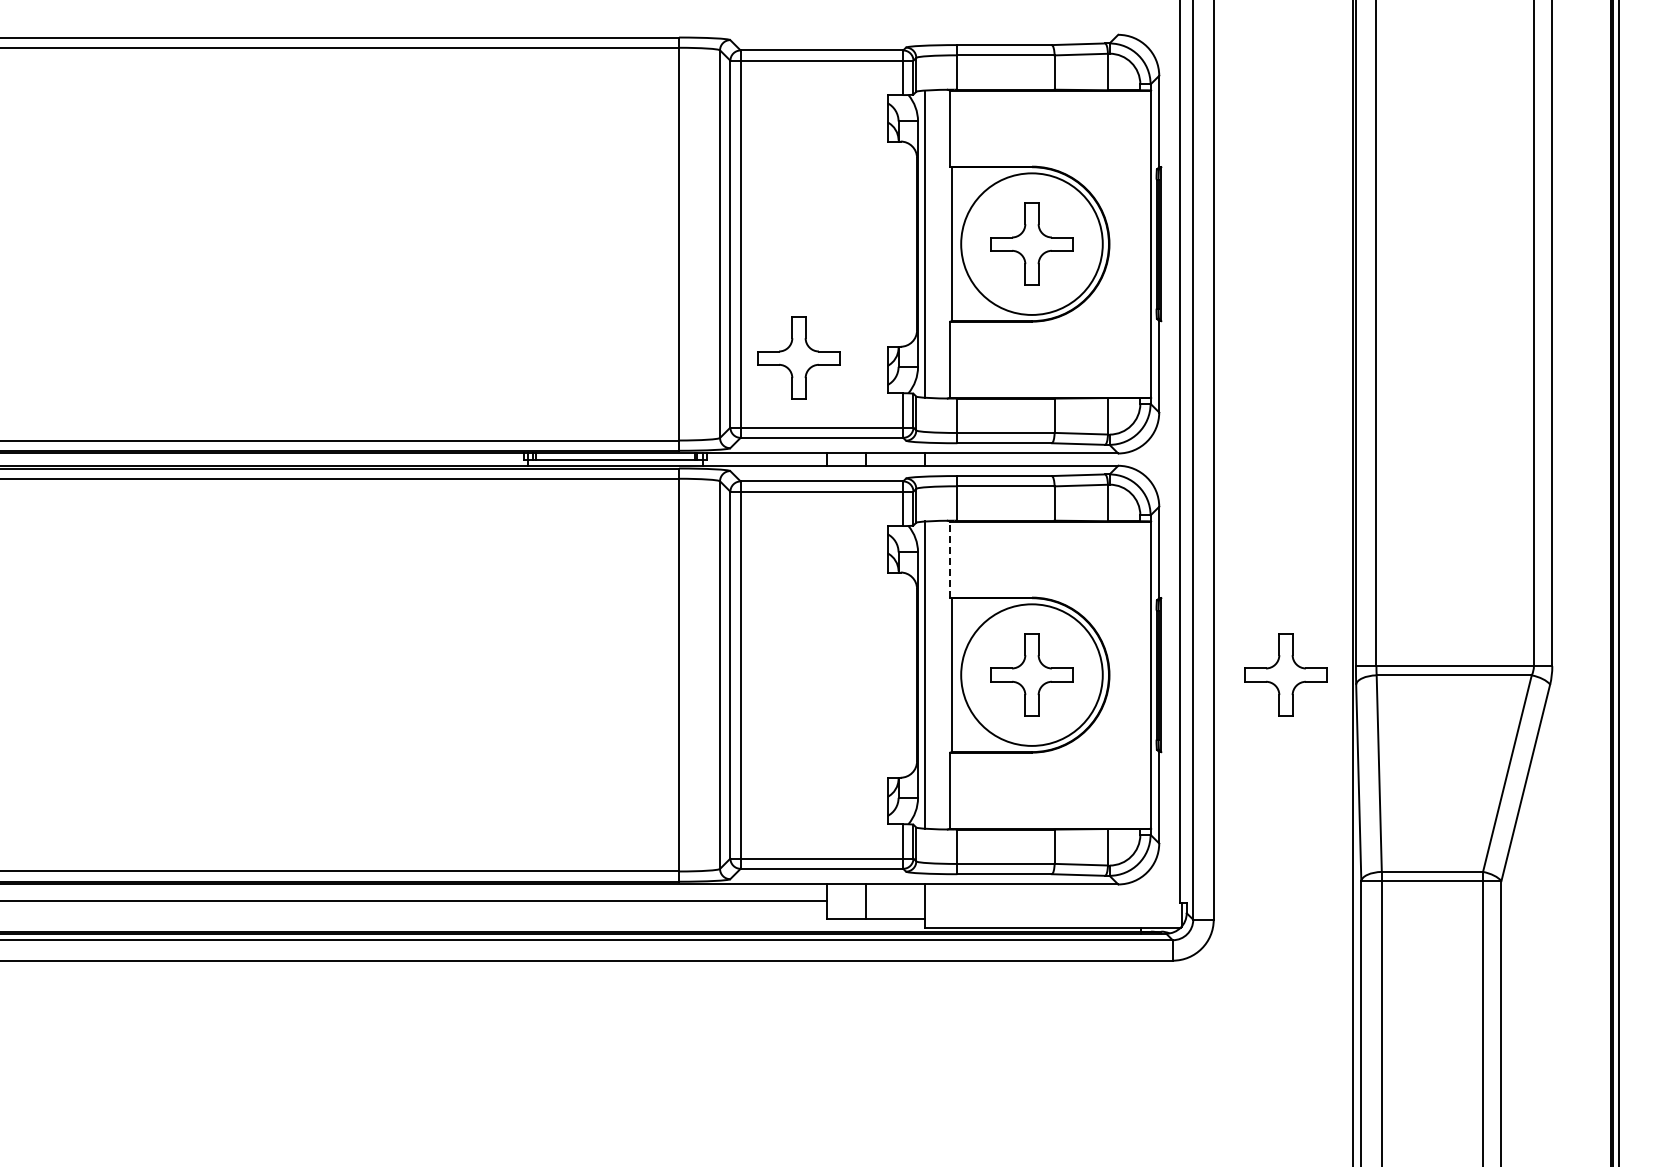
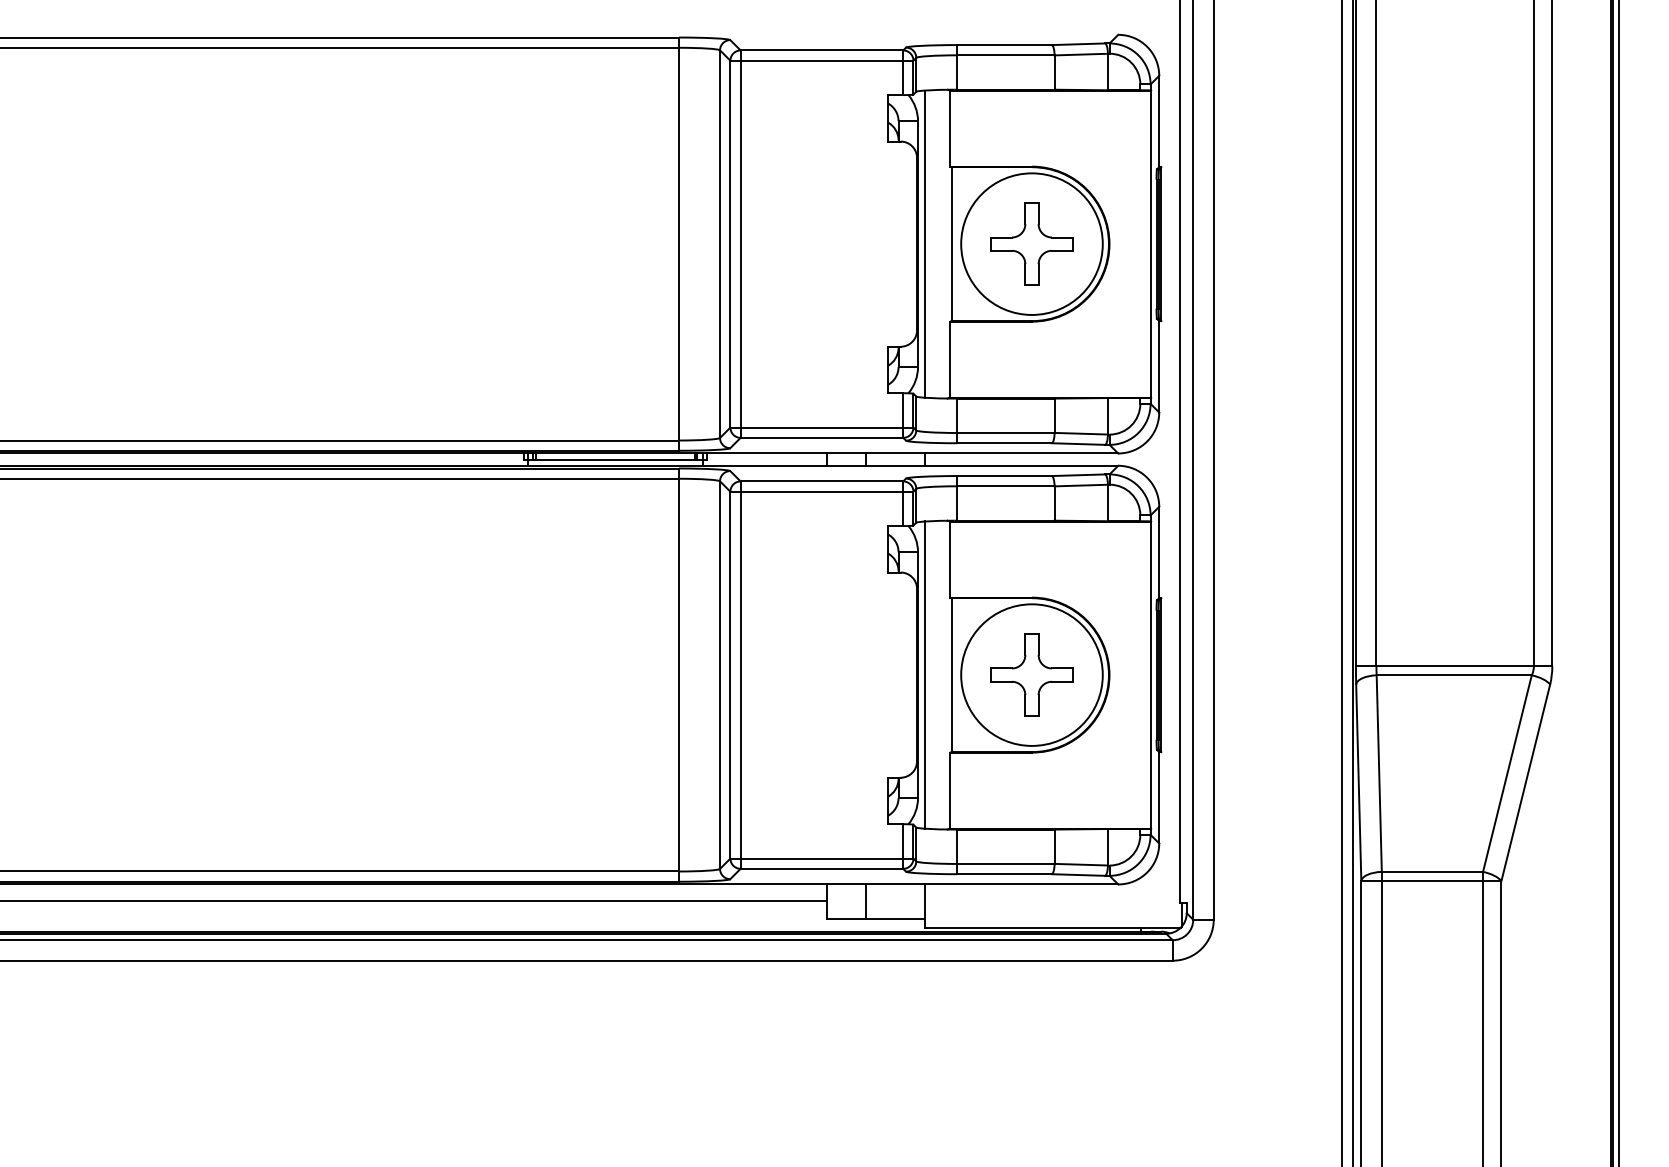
part at (798, 357): present -> none
line at (950, 559): dashed -> solid
line at (1342, 582): none -> present
part at (1285, 674): present -> none
